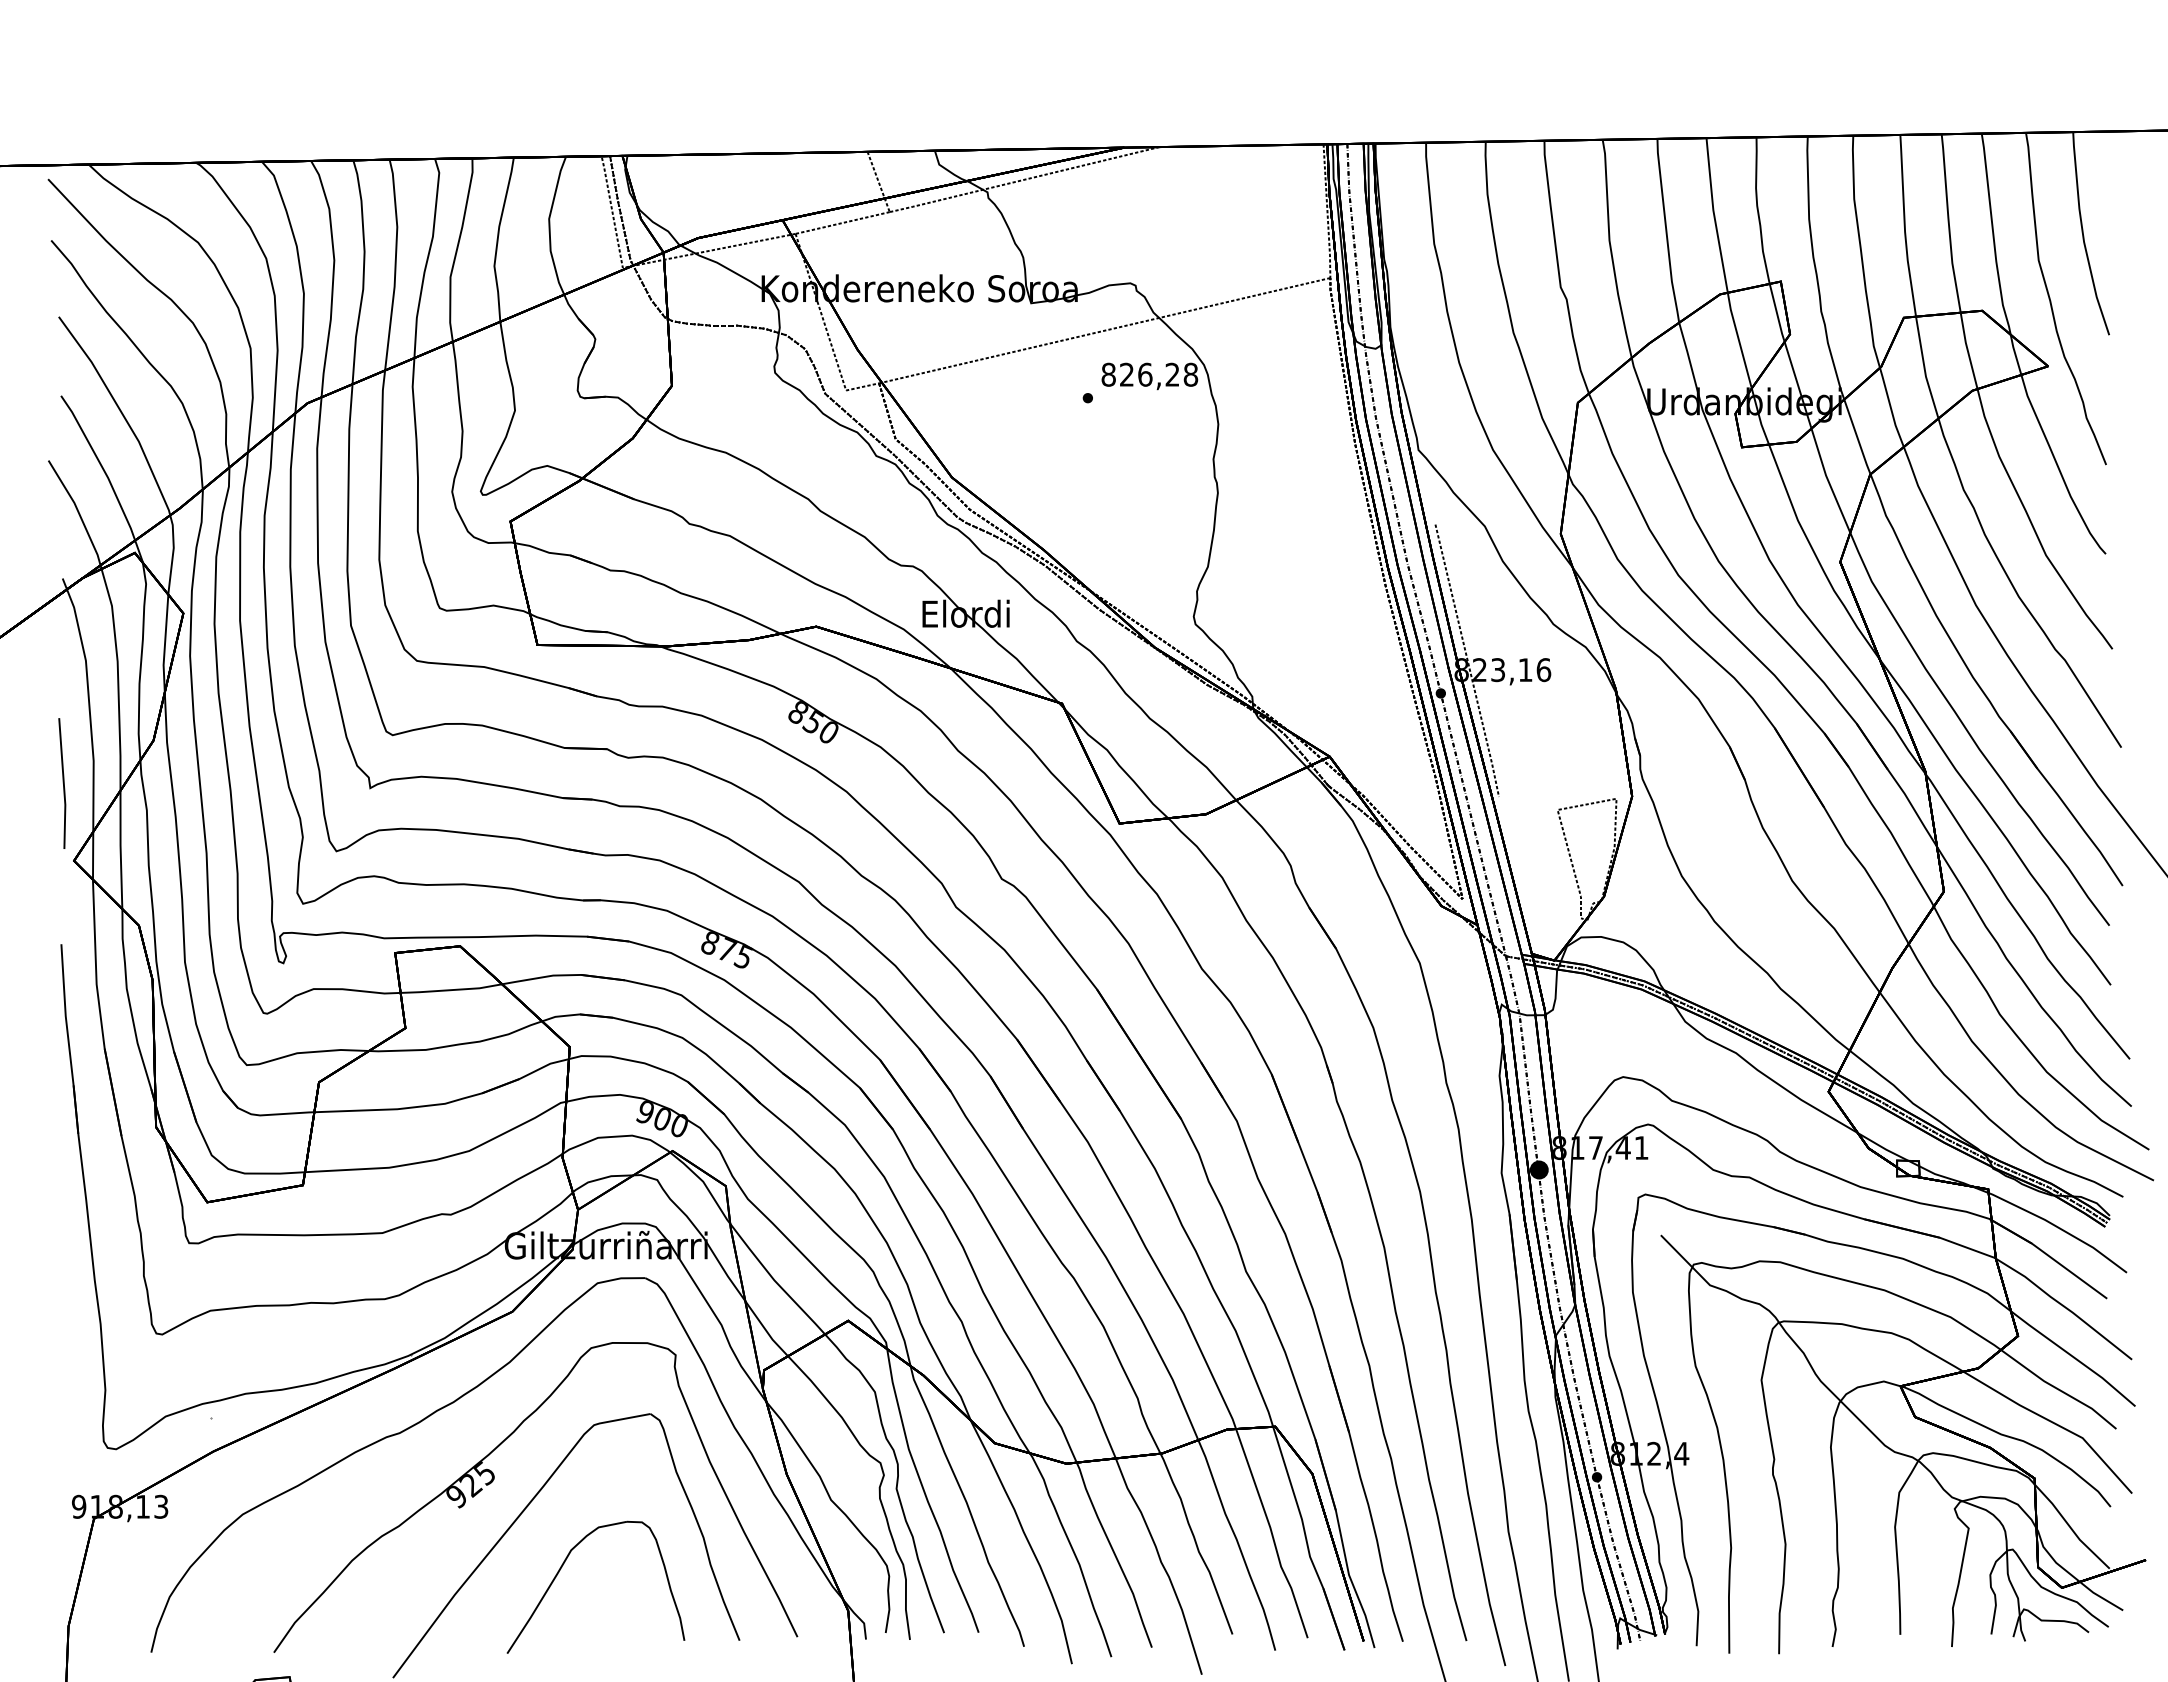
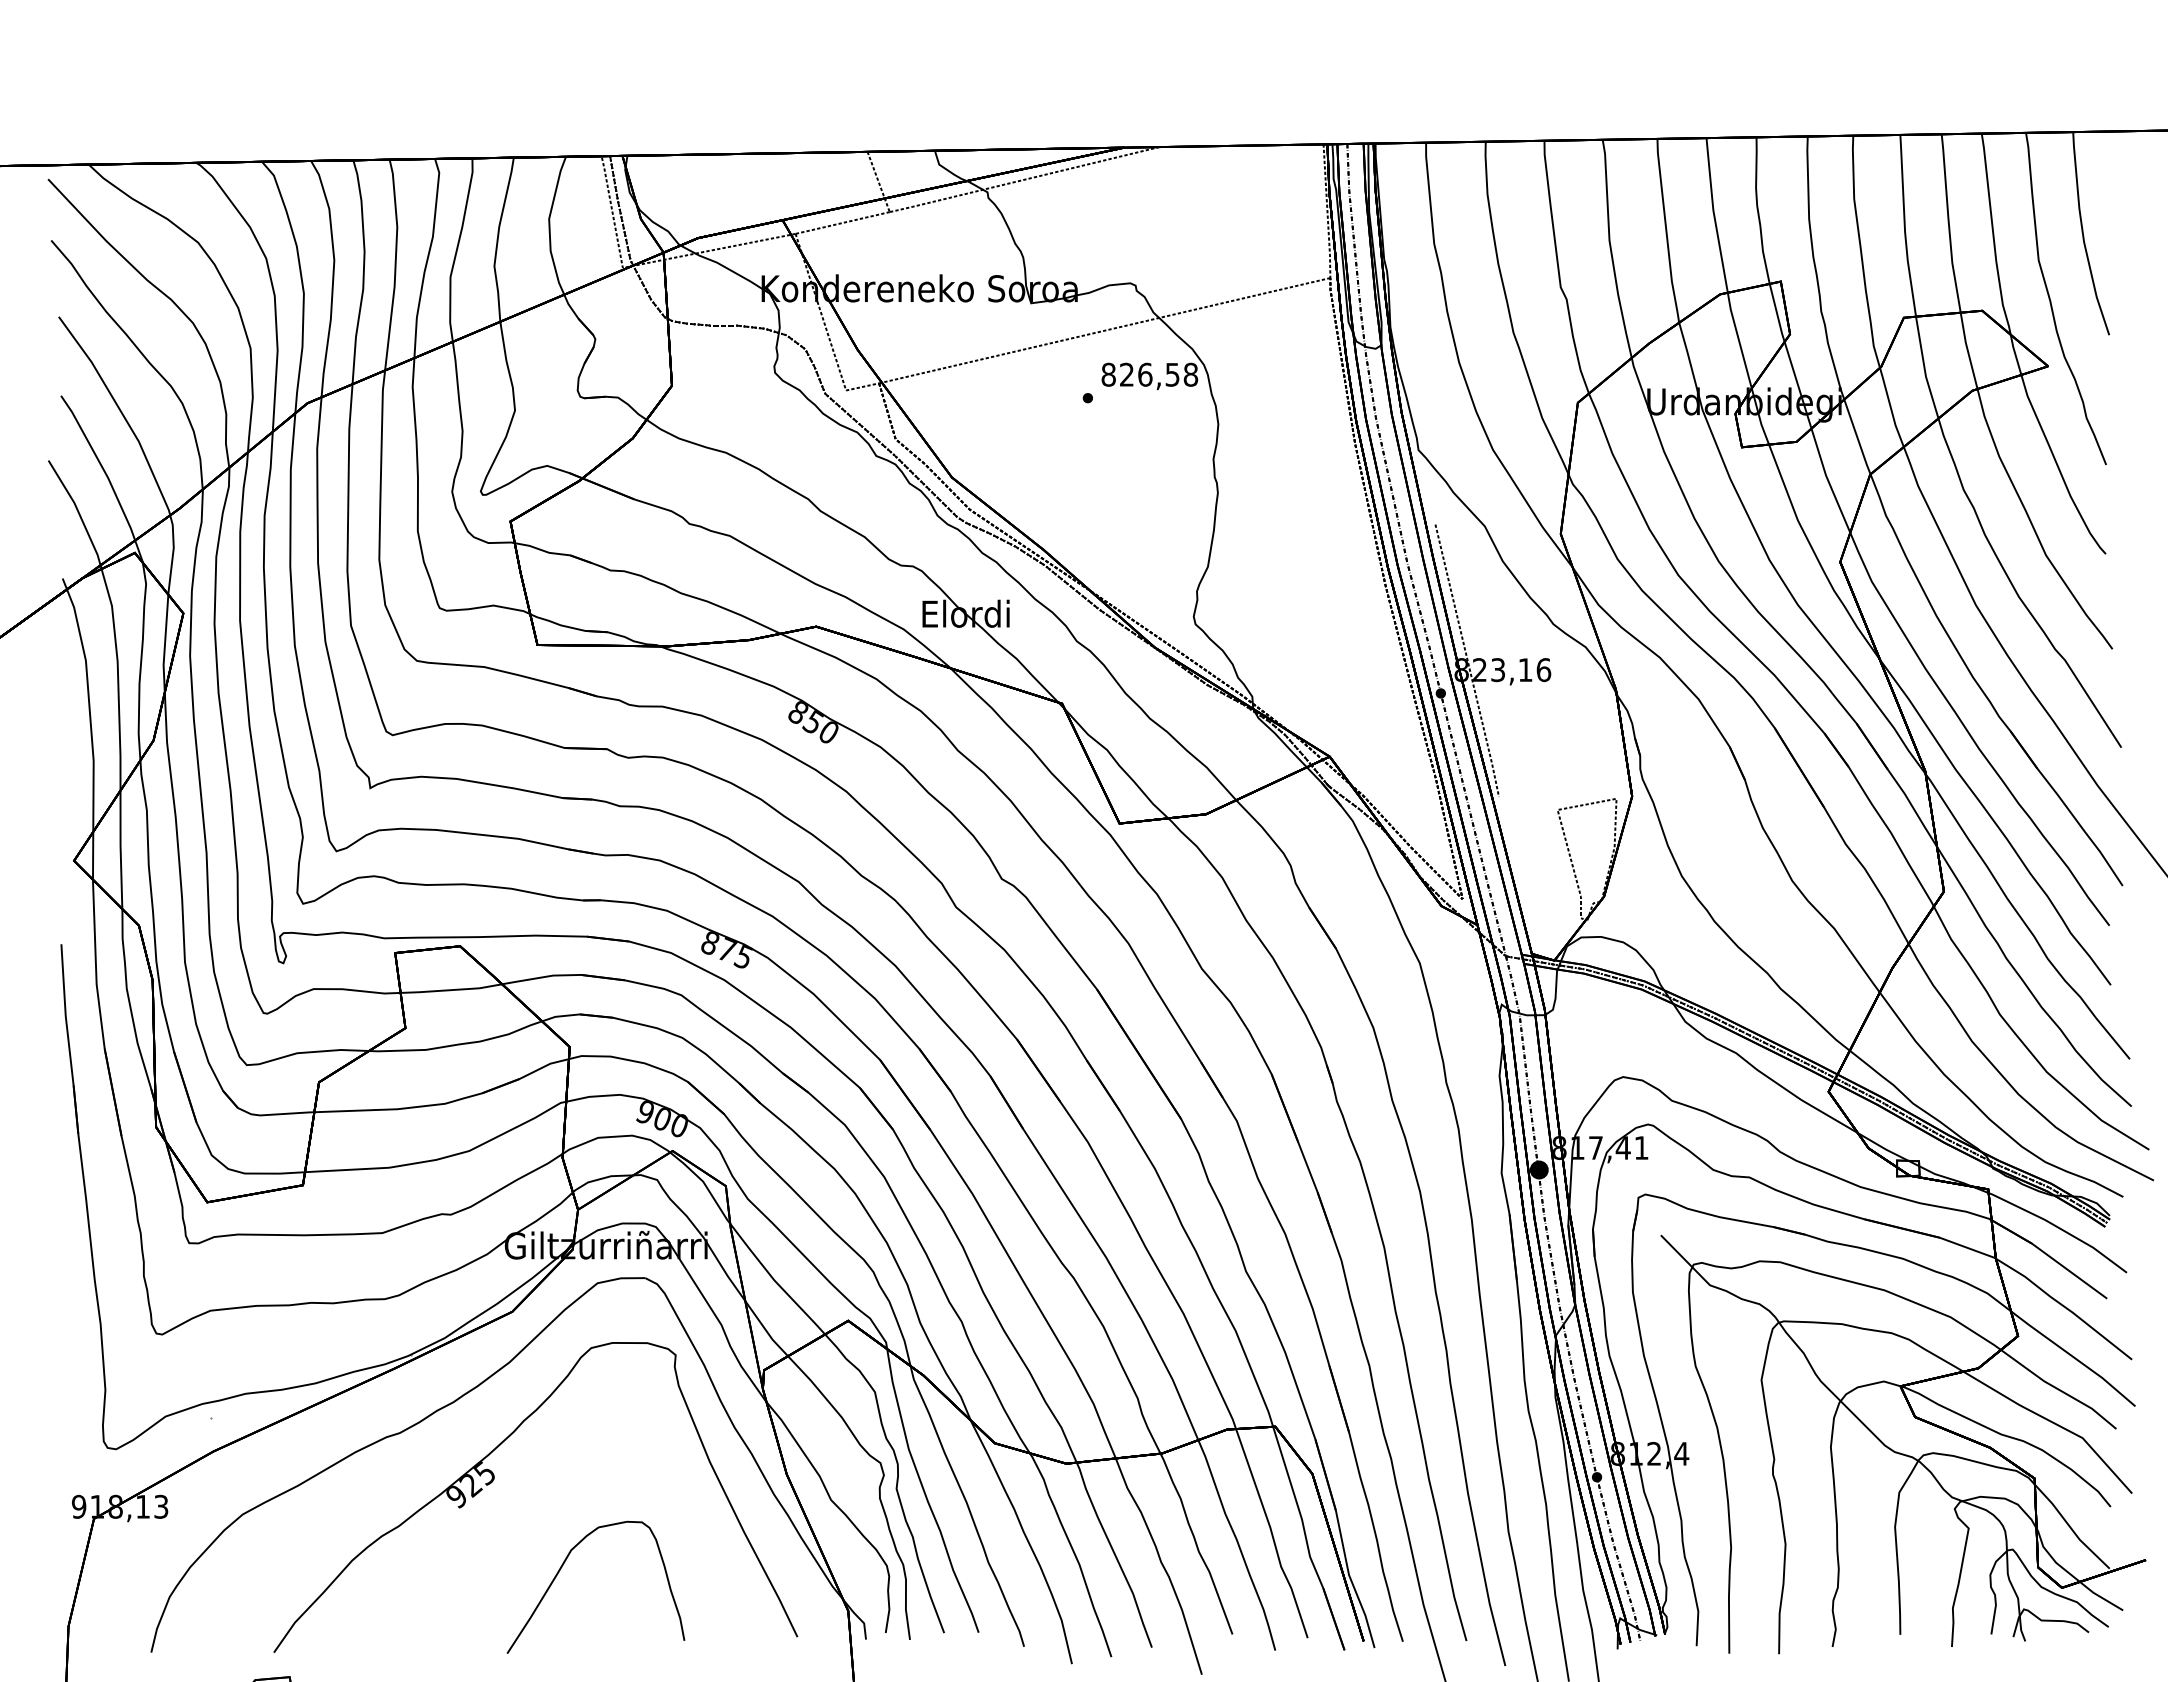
text at (1172, 374): 826,28 -> 826,58
line at (62, 783): present -> none
part at (524, 1511): present -> none
